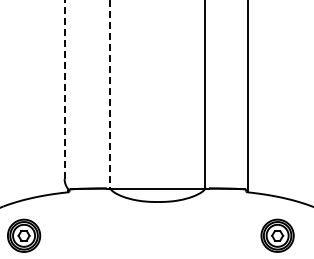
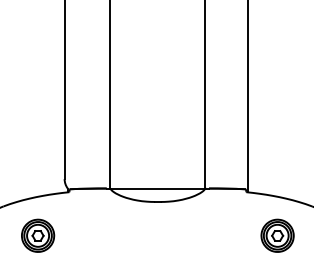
line at (64, 89): dashed -> solid
line at (110, 94): dashed -> solid
part at (24, 235) position: (24, 235) -> (38, 235)
